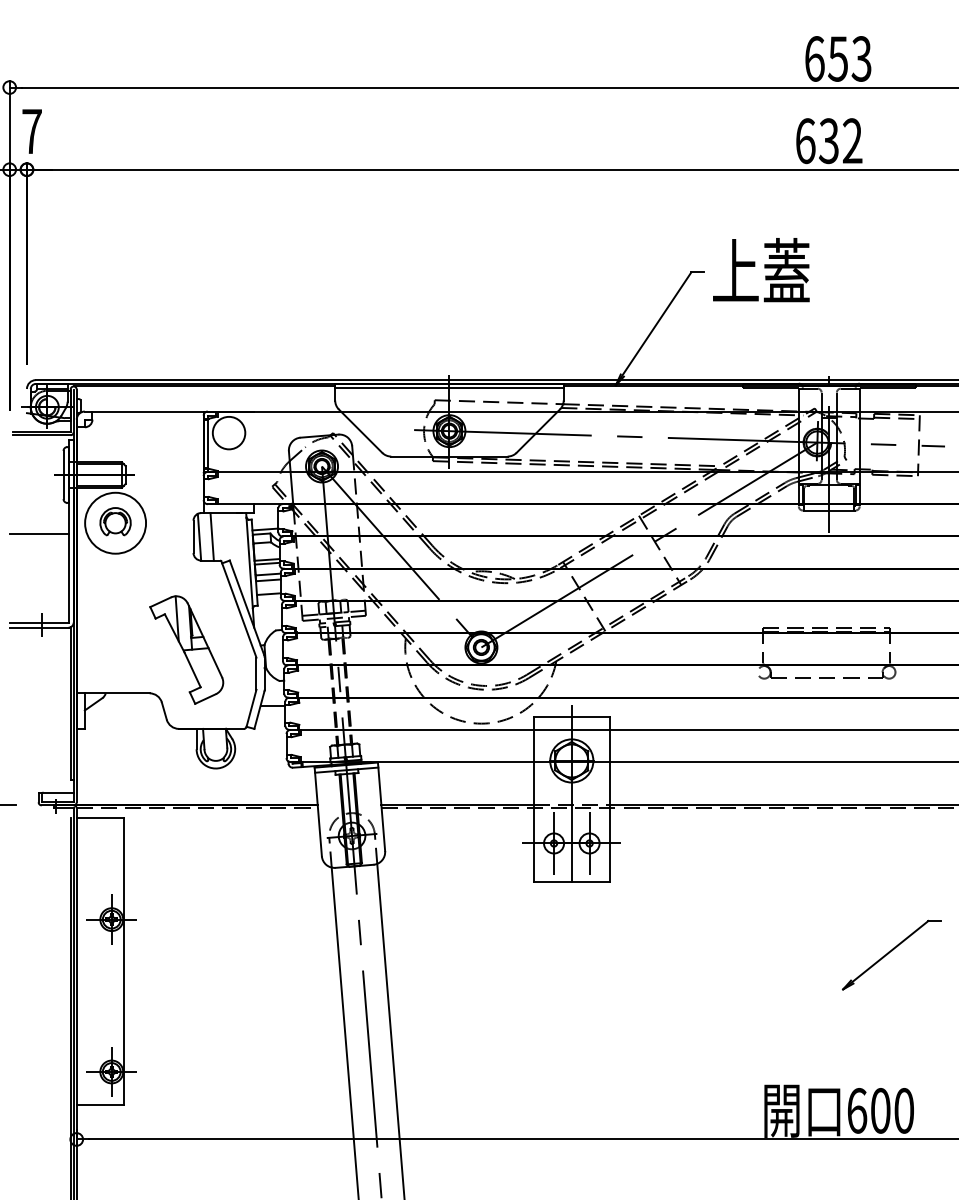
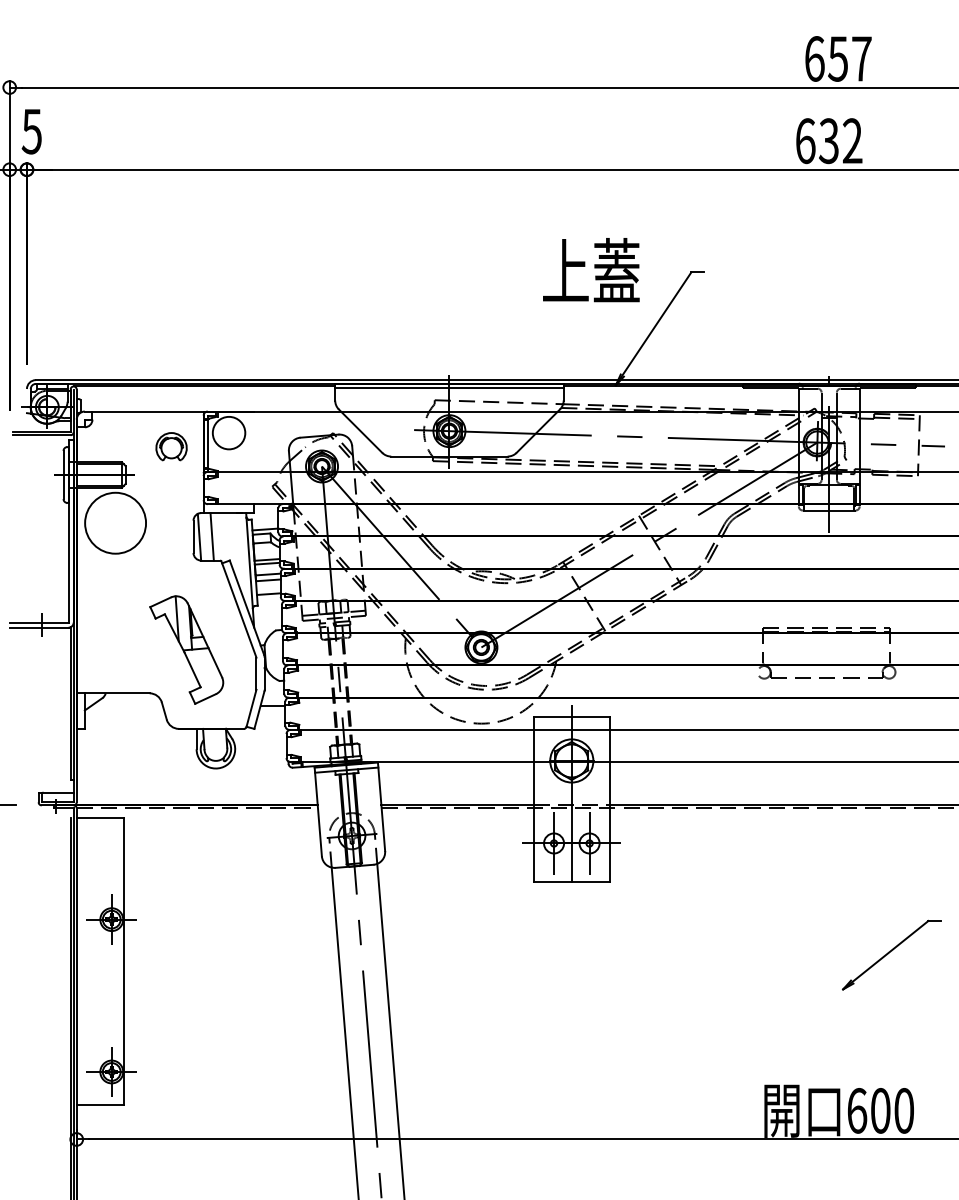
text at (861, 58): 653 -> 657
text at (31, 131): 7 -> 5
text at (761, 270) position: (761, 270) -> (591, 270)
part at (115, 521) position: (115, 521) -> (171, 446)
line at (38, 533): present -> none
